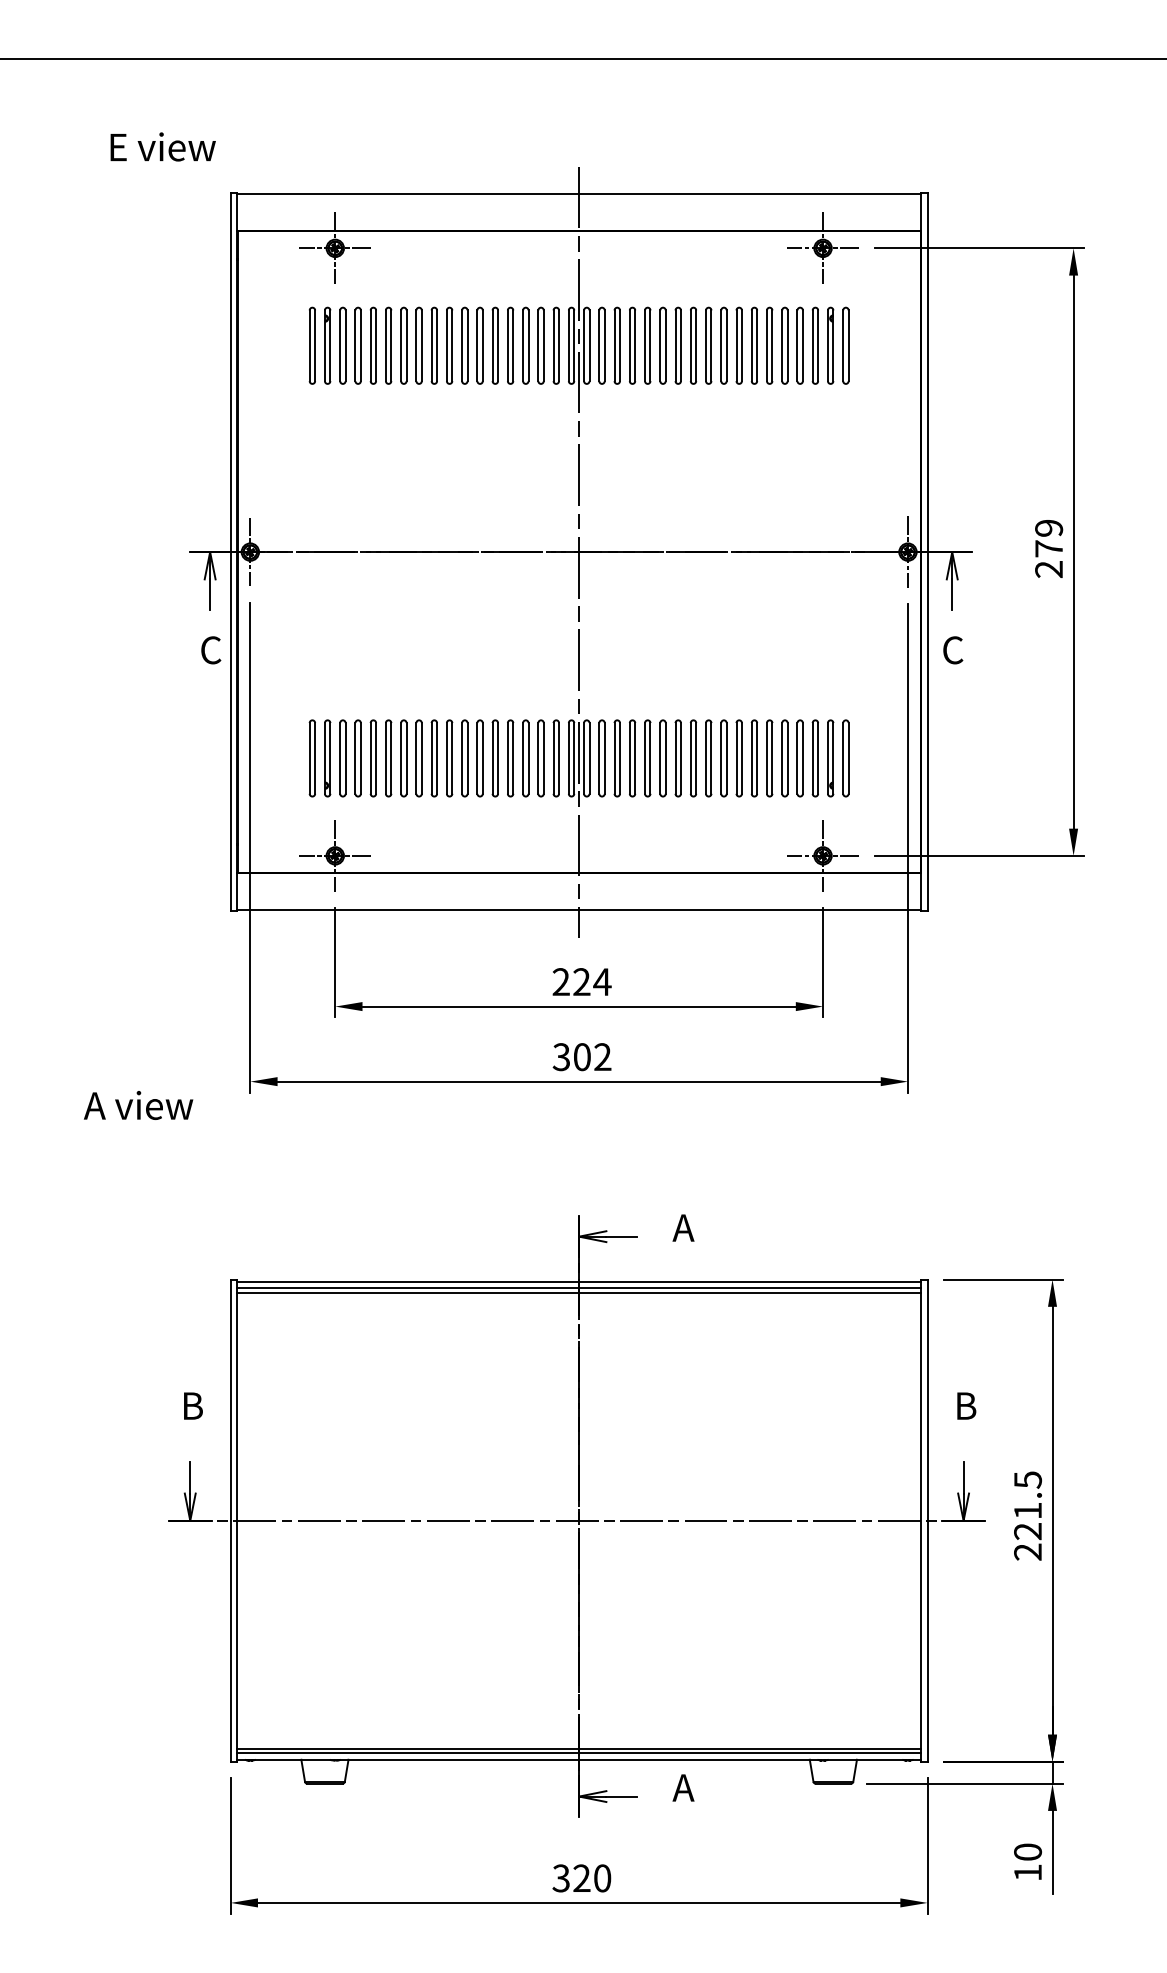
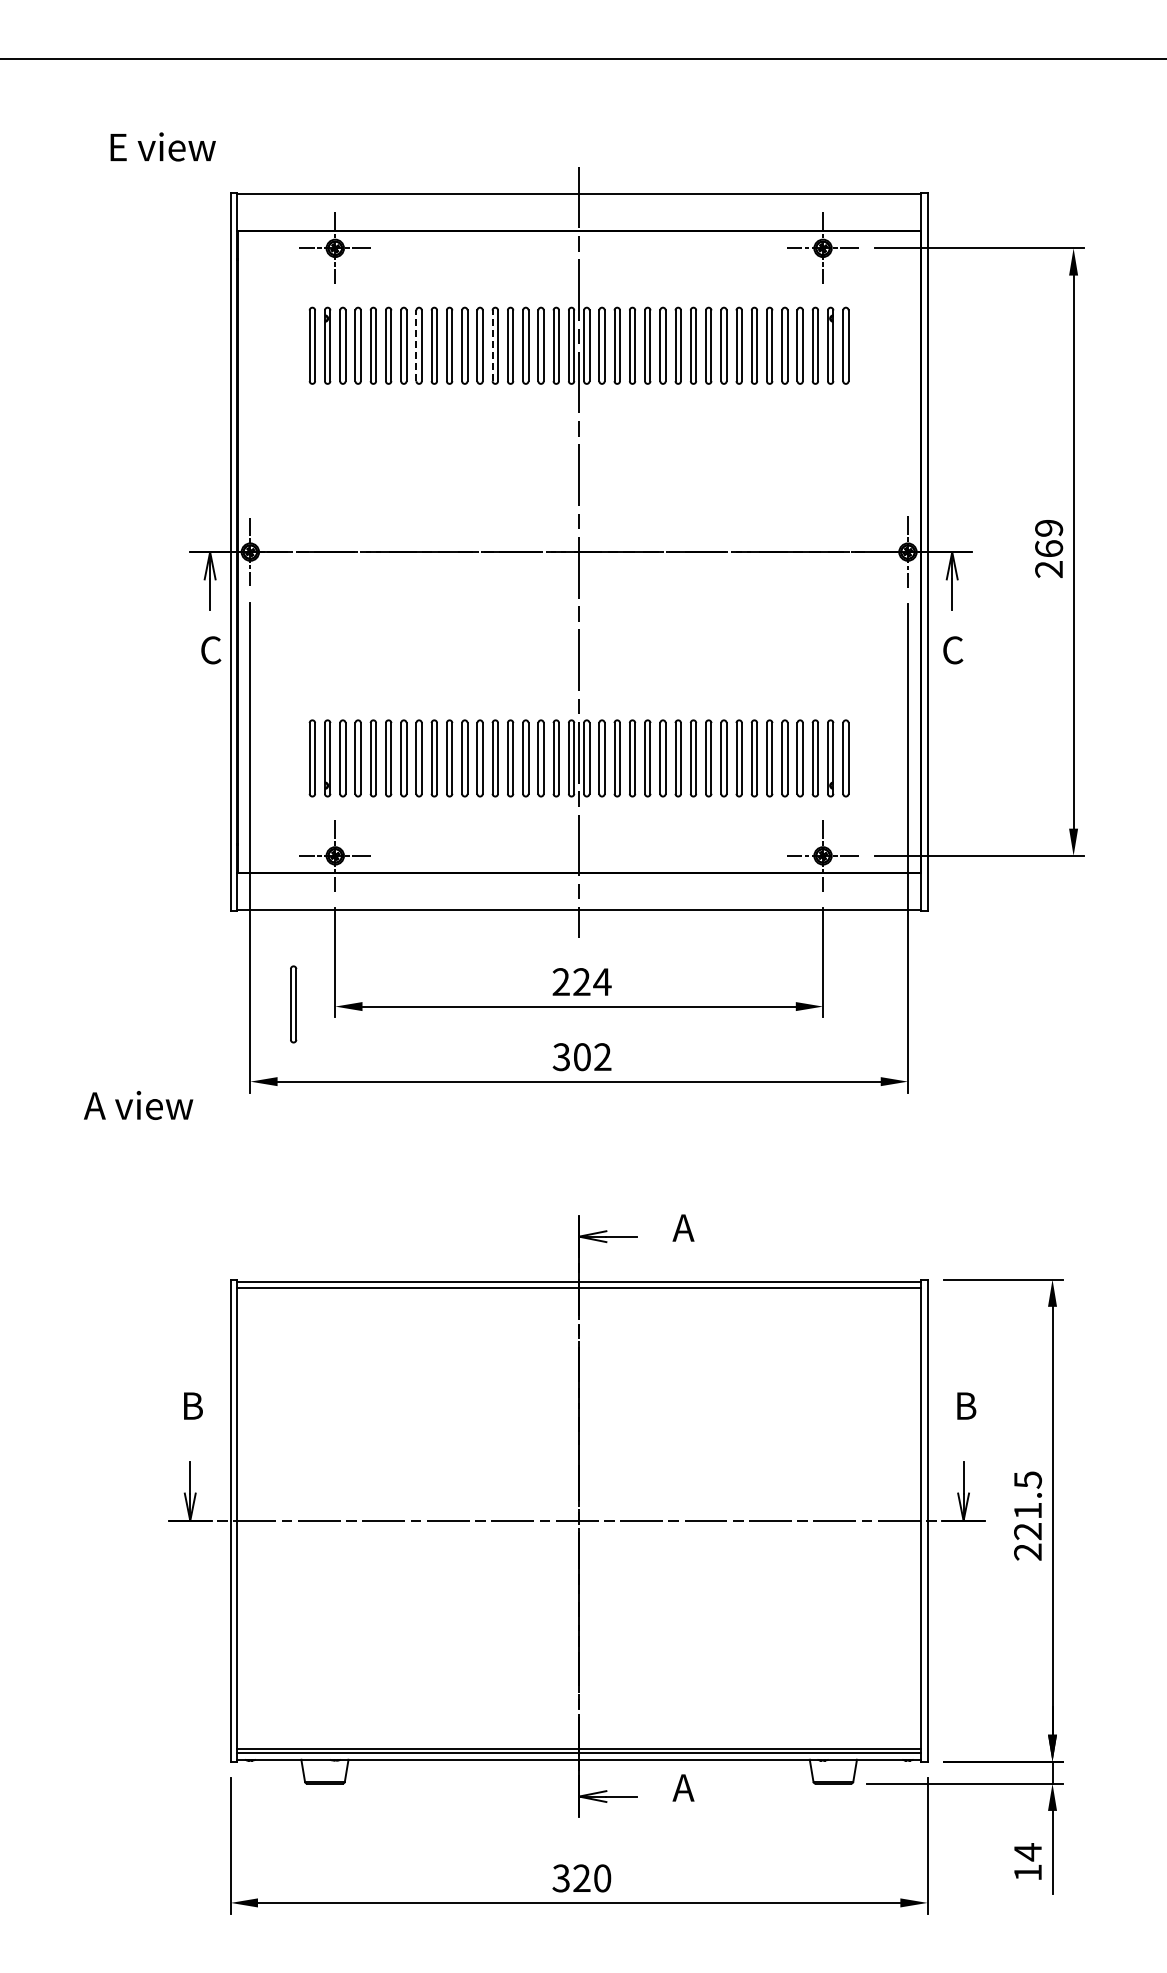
line at (416, 345): solid -> dashed
line at (492, 345): solid -> dashed
text at (1049, 548): 279 -> 269
part at (293, 1004): none -> present
line at (579, 1292): present -> none
text at (1028, 1852): 10 -> 14
